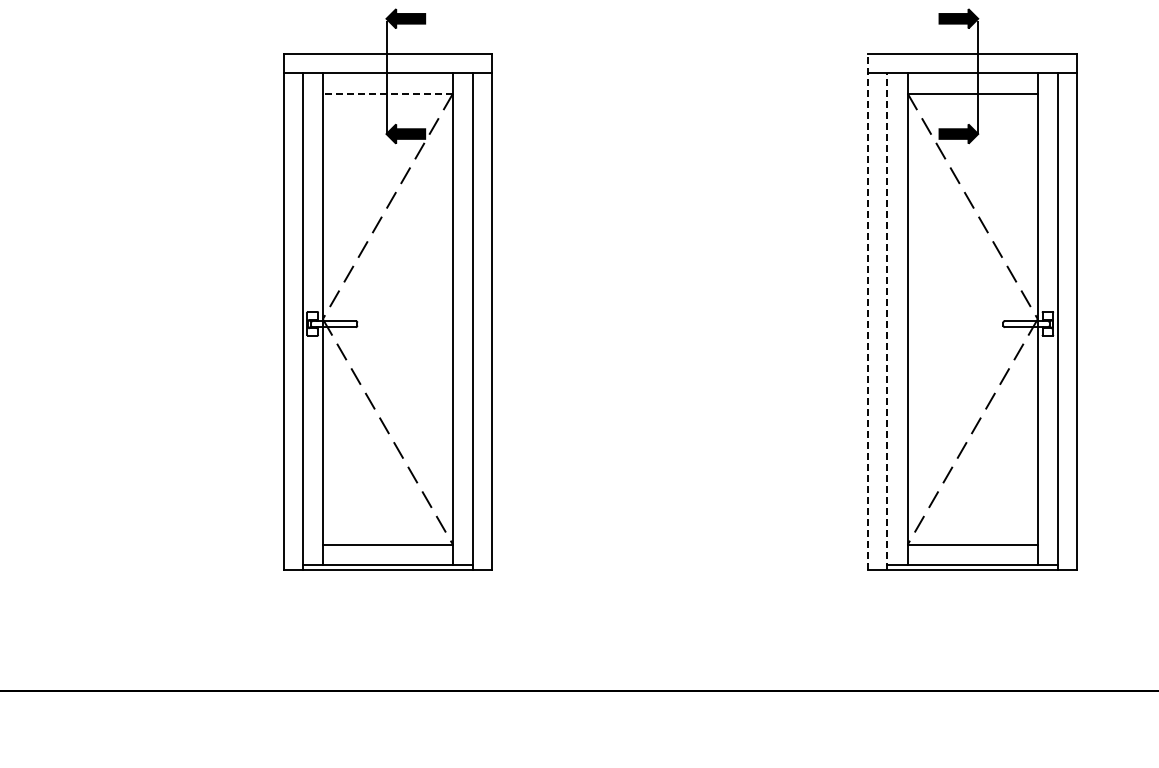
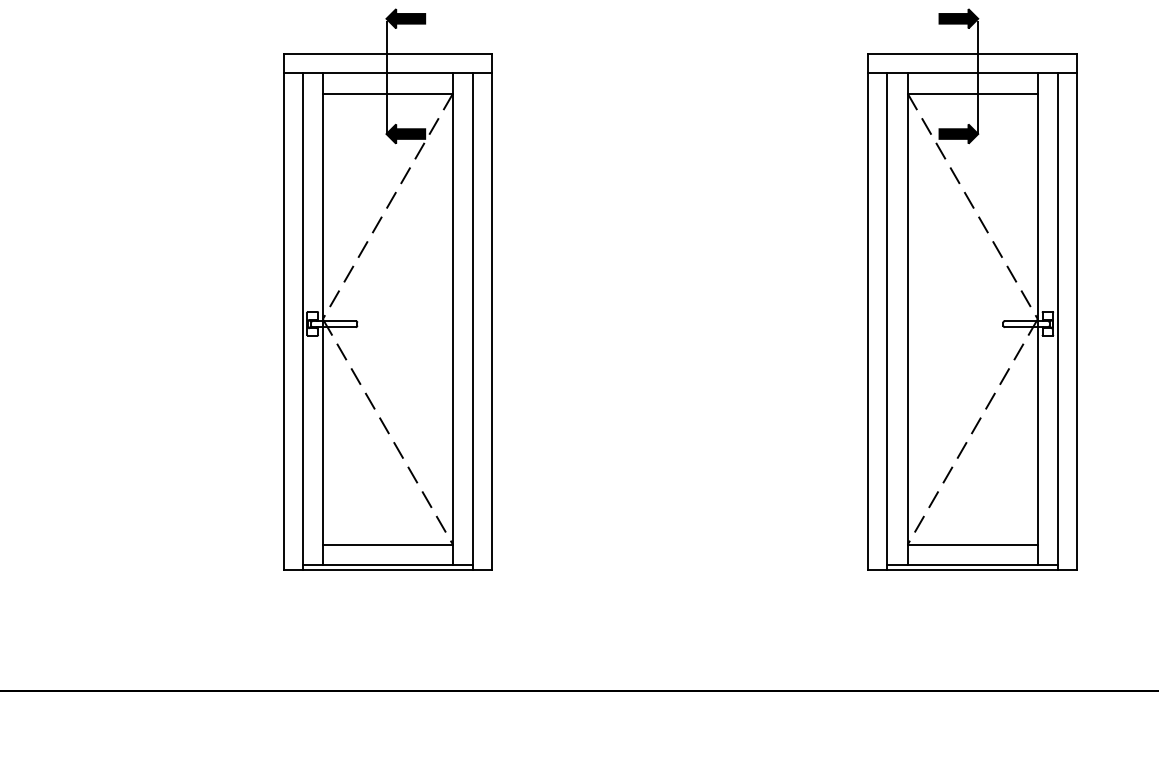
line at (387, 93): dashed -> solid
line at (868, 312): dashed -> solid
line at (887, 321): dashed -> solid
